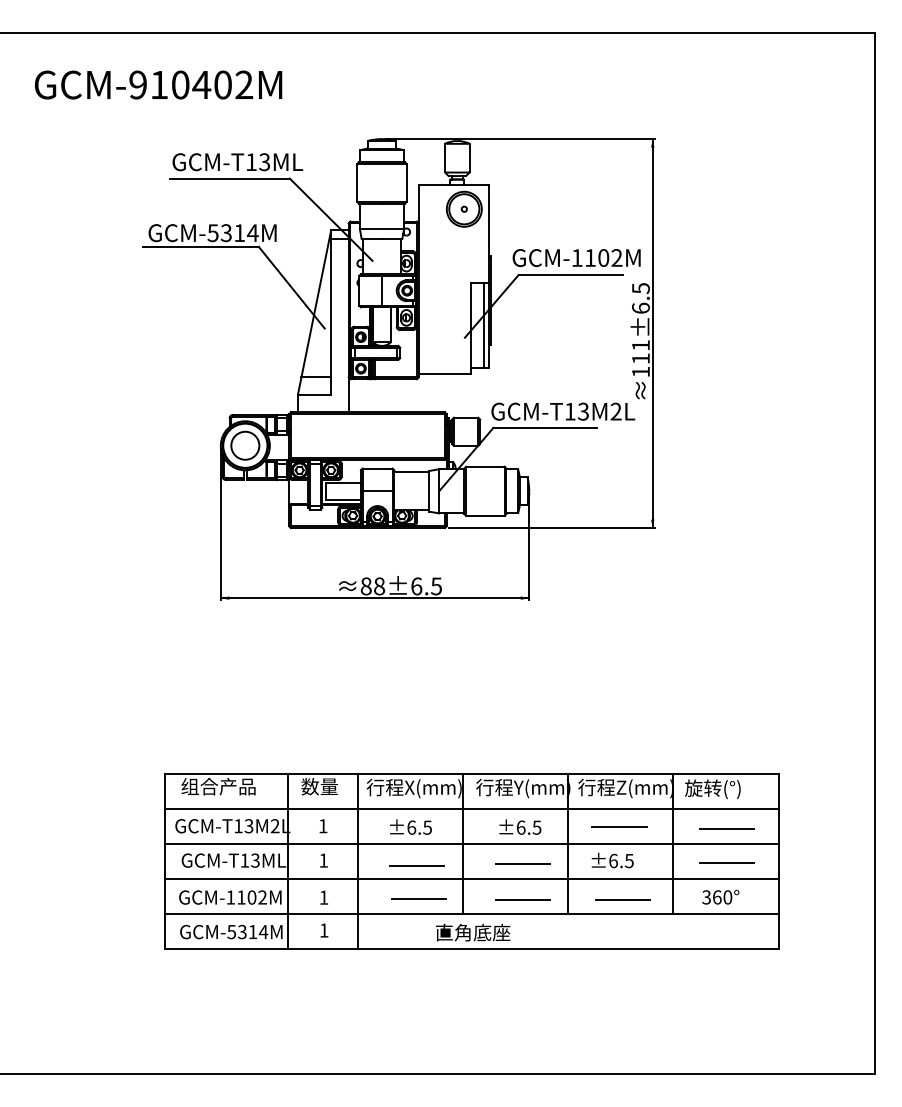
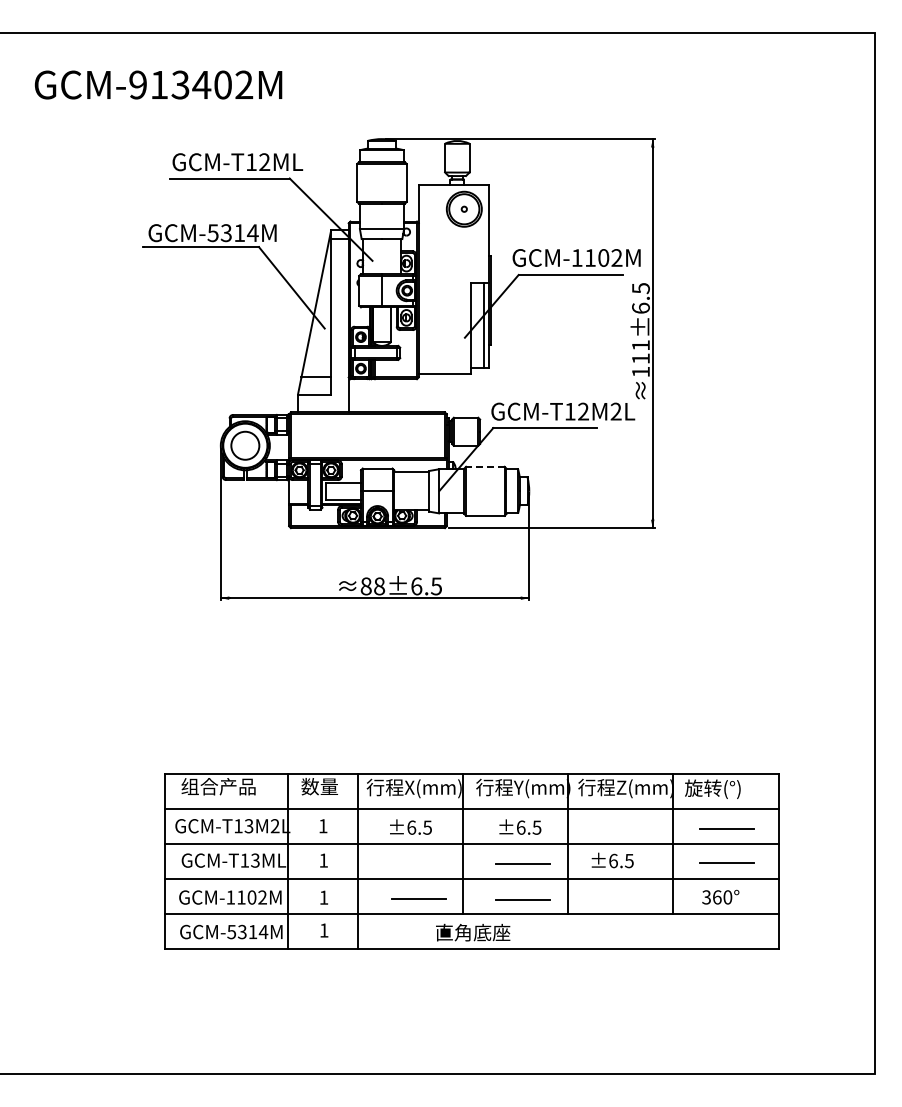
text at (180, 84): GCM-910402M -> GCM-913402M
text at (264, 162): GCM-T13ML -> GCM-T12ML
text at (582, 411): GCM-T13M2L -> GCM-T12M2L
line at (484, 466): solid -> dashed
line at (619, 827): present -> none
line at (416, 866): present -> none
line at (623, 899): present -> none
